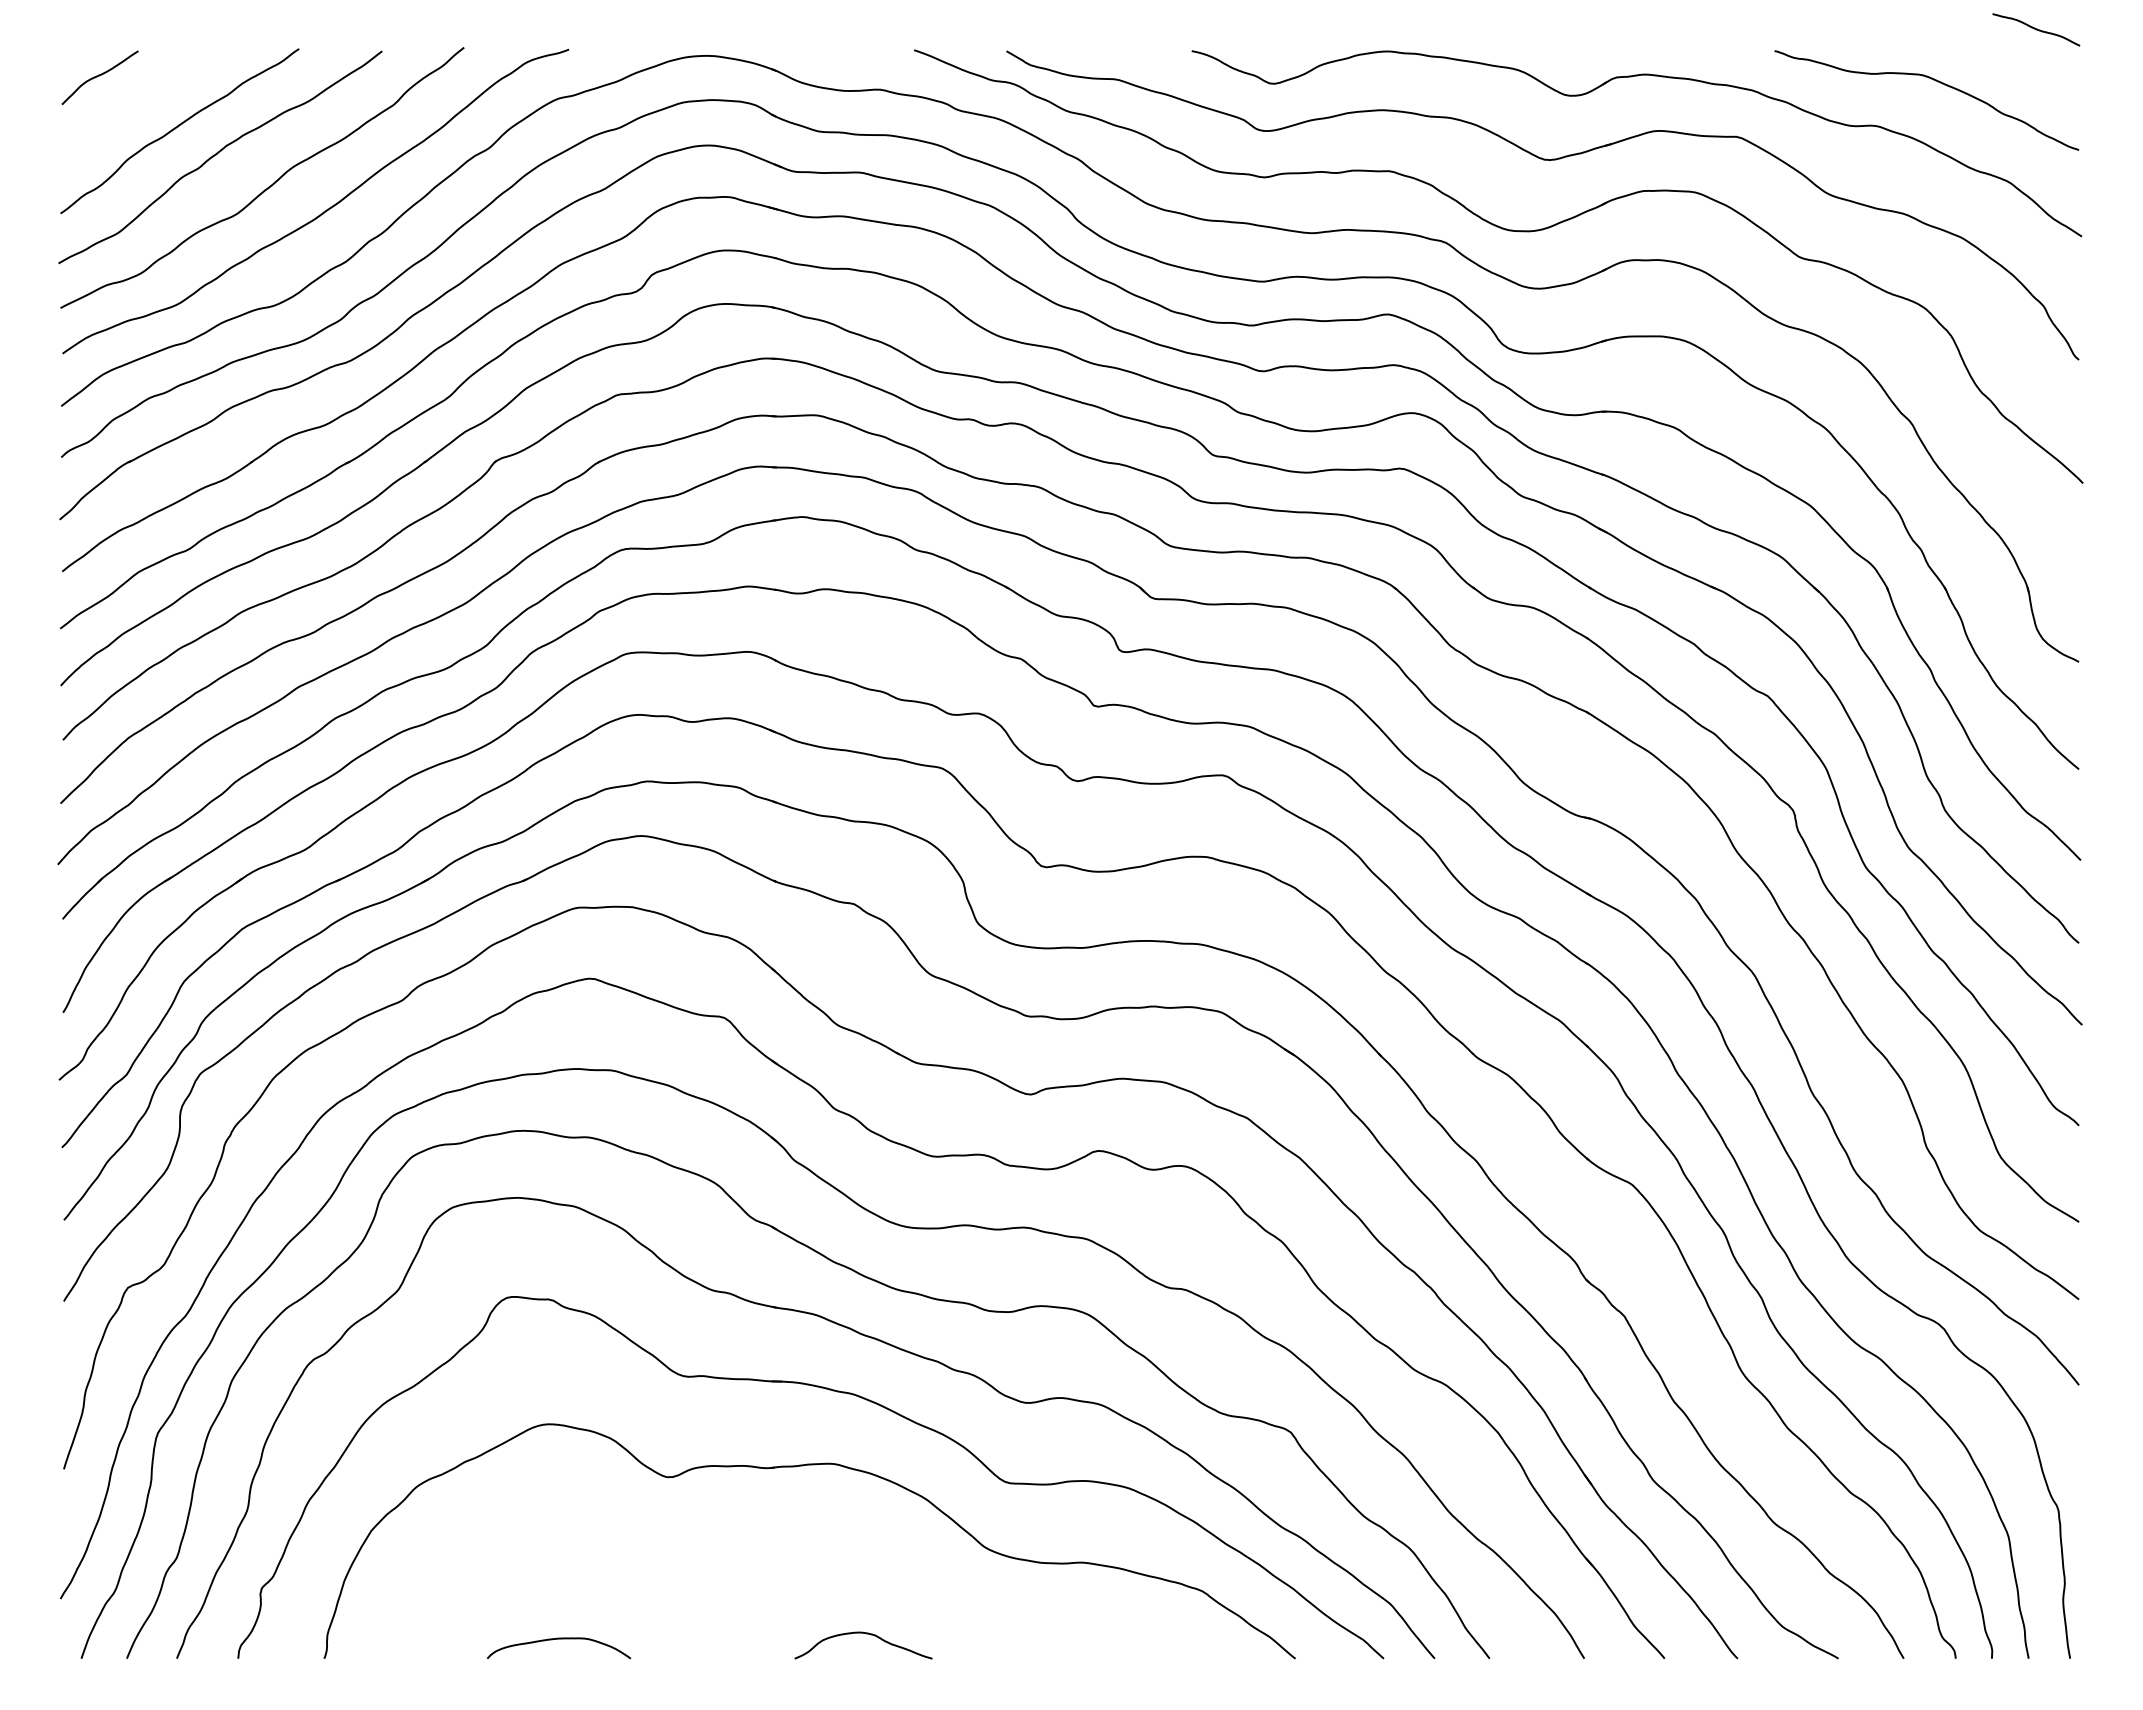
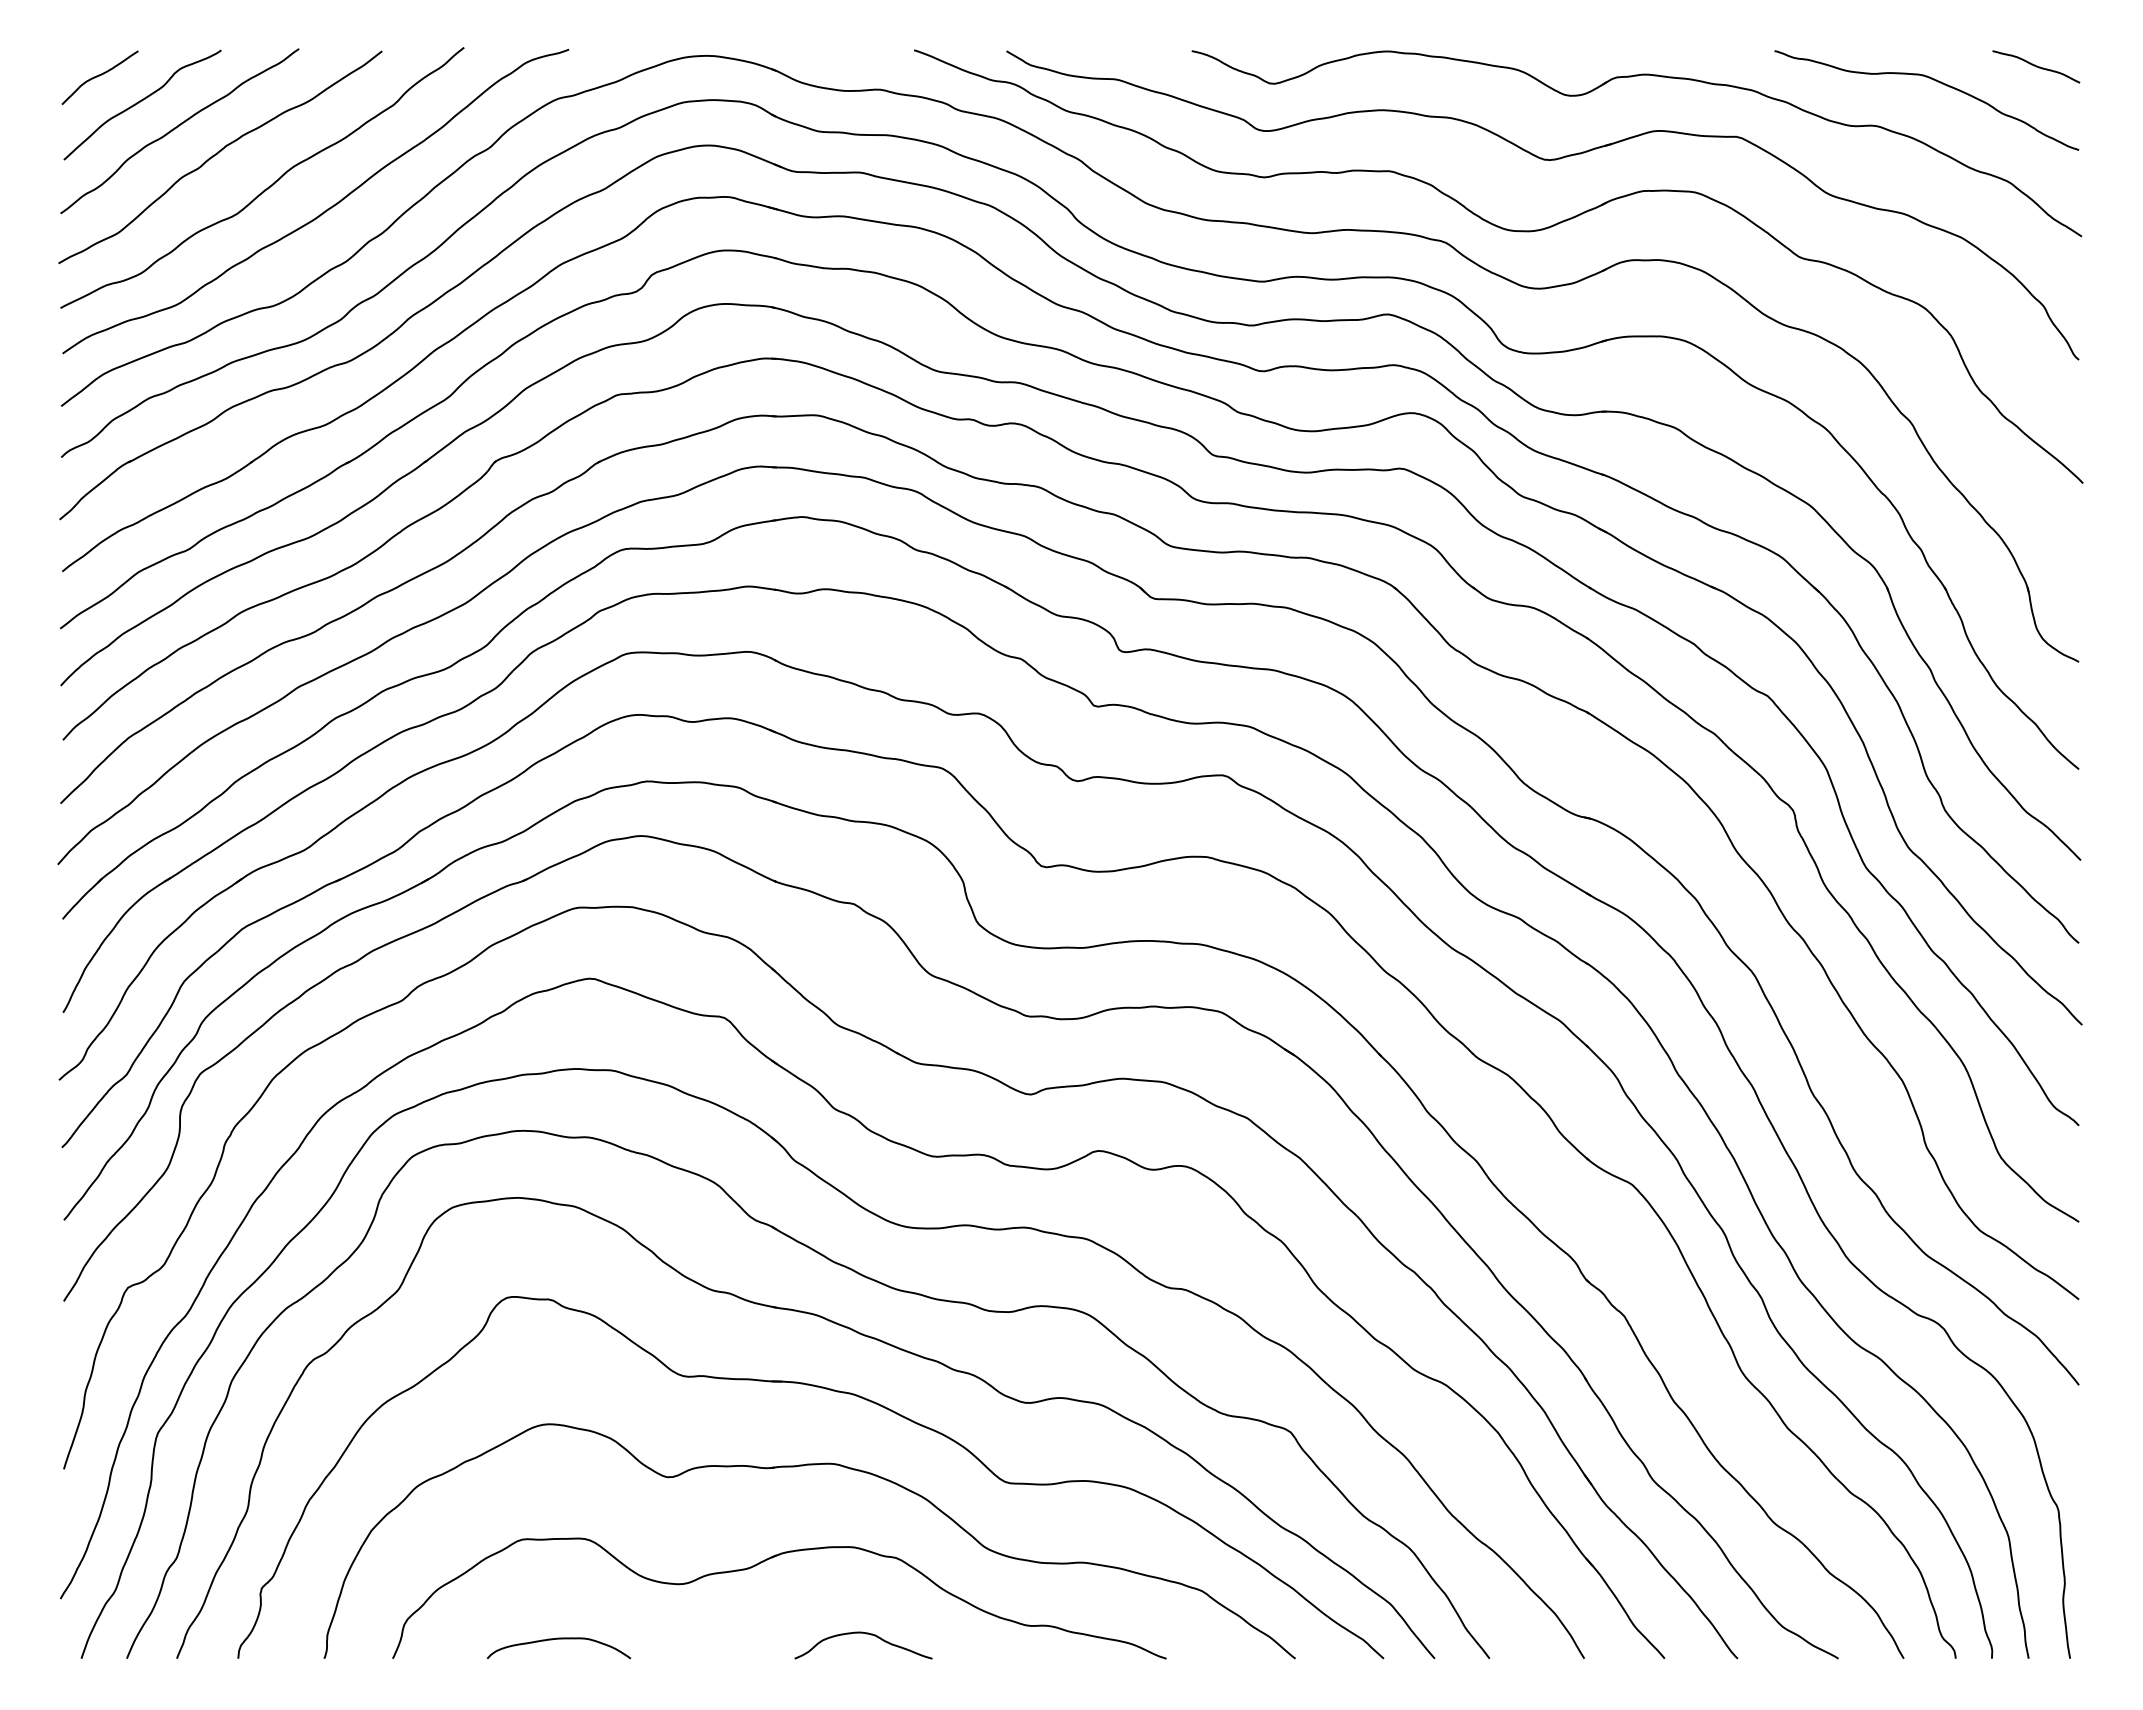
curve at (2036, 29) position: (2036, 29) -> (2036, 66)
curve at (140, 102): none -> present
part at (761, 1563): none -> present
